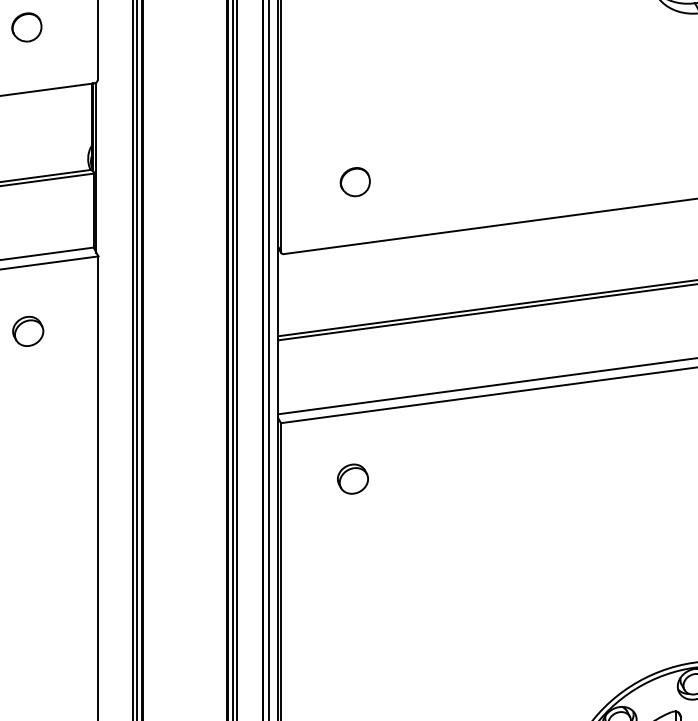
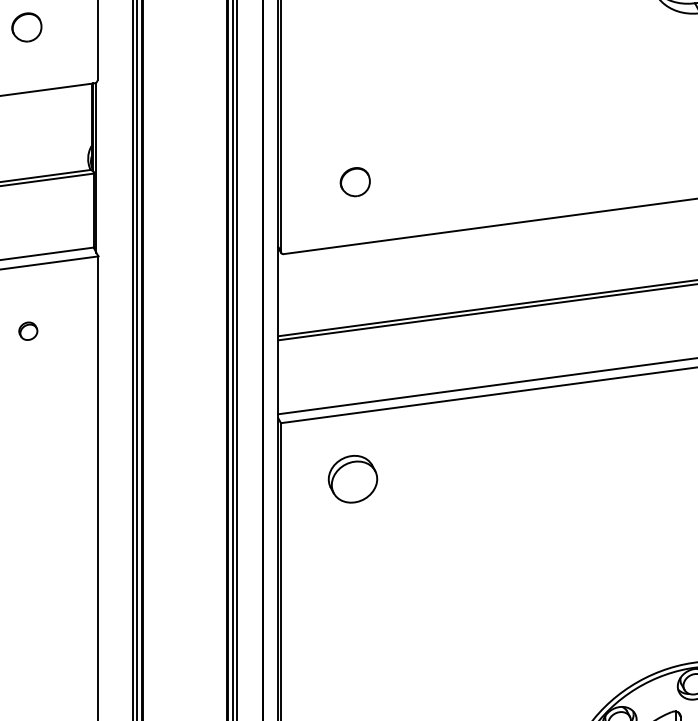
part at (28, 330) size: 33x32 px -> 21x20 px
line at (268, 359): present -> none
part at (352, 478) size: 32x32 px -> 52x49 px
